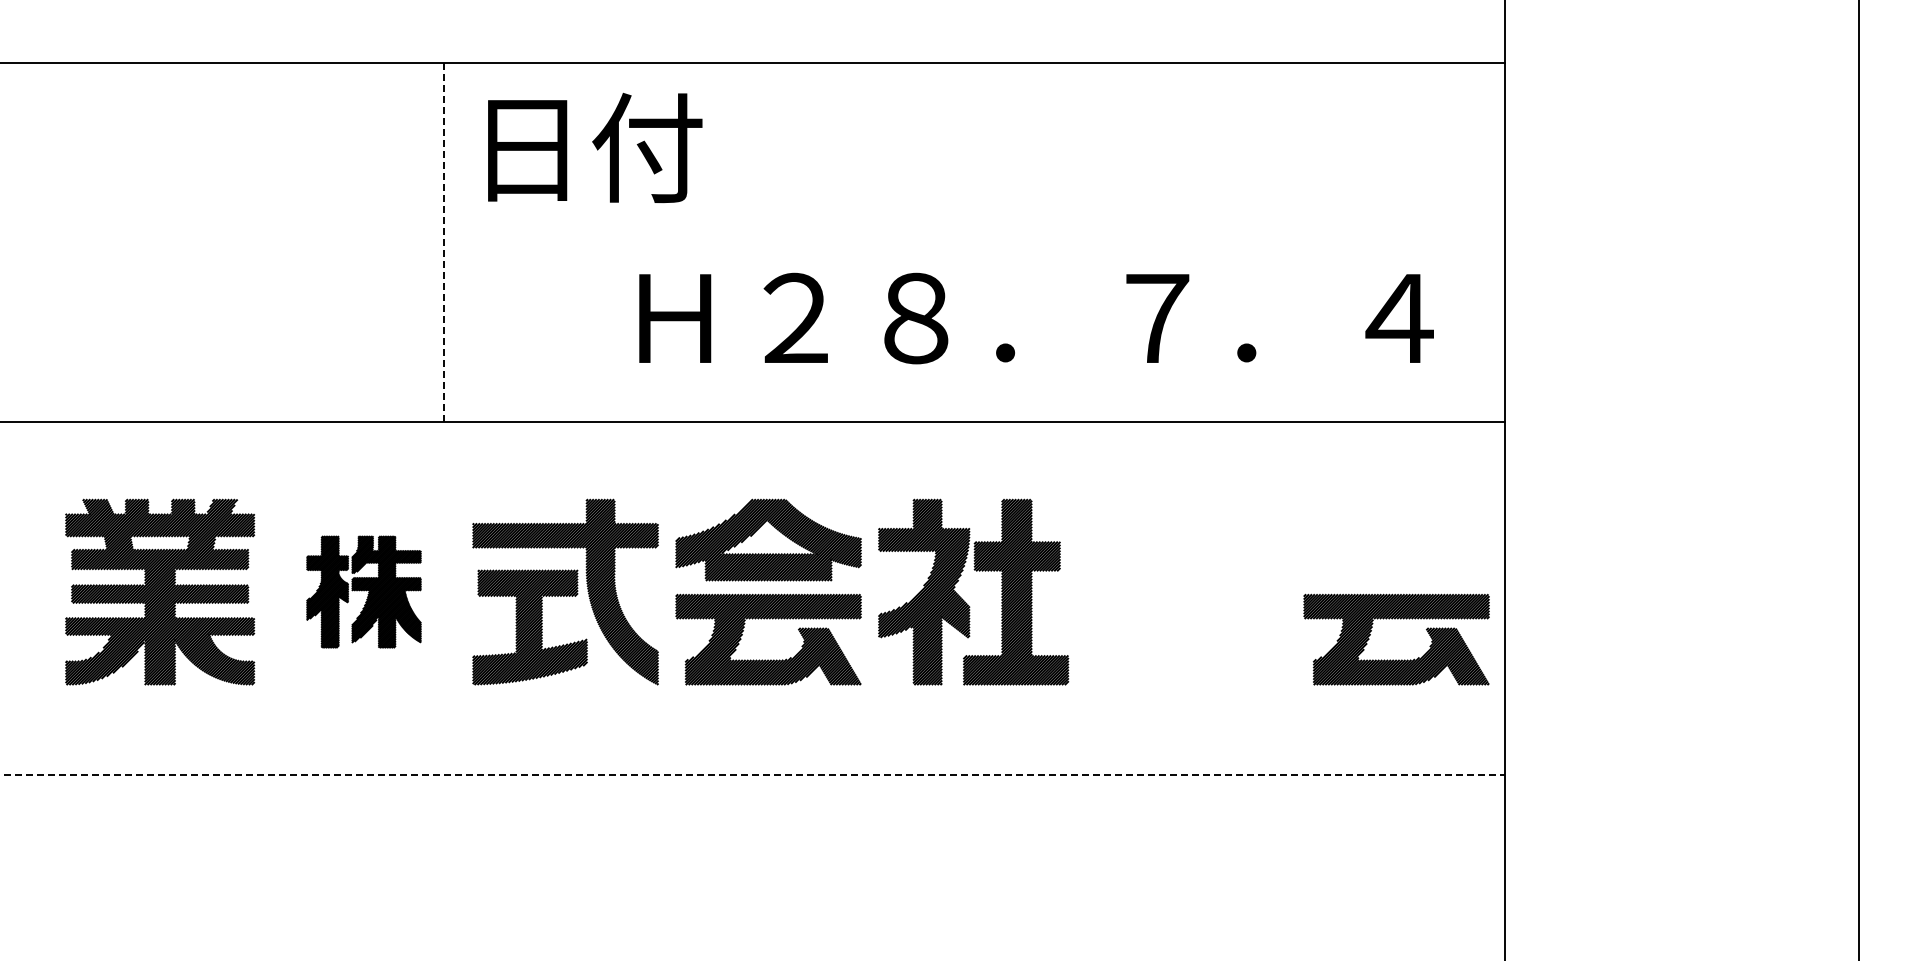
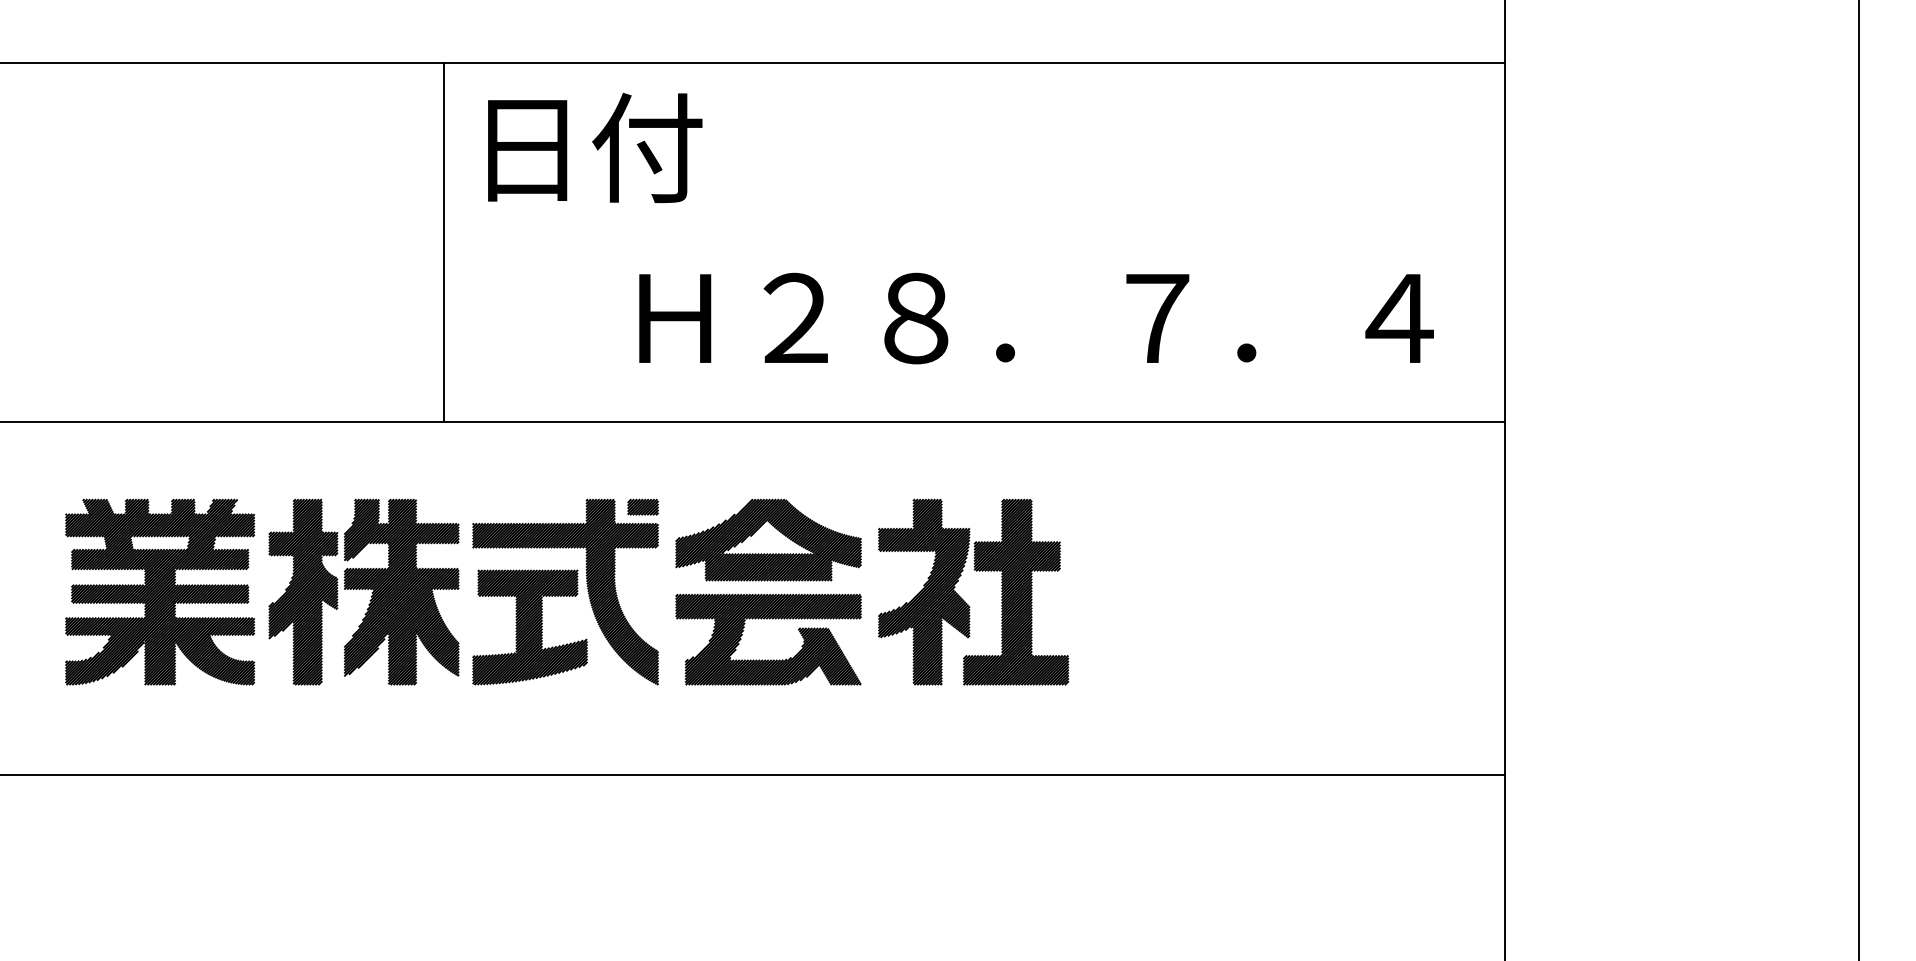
line at (444, 243): dashed -> solid
part at (642, 506): none -> present
part at (363, 591) size: 116x114 px -> 192x188 px
part at (1396, 659): present -> none
line at (753, 775): dashed -> solid
